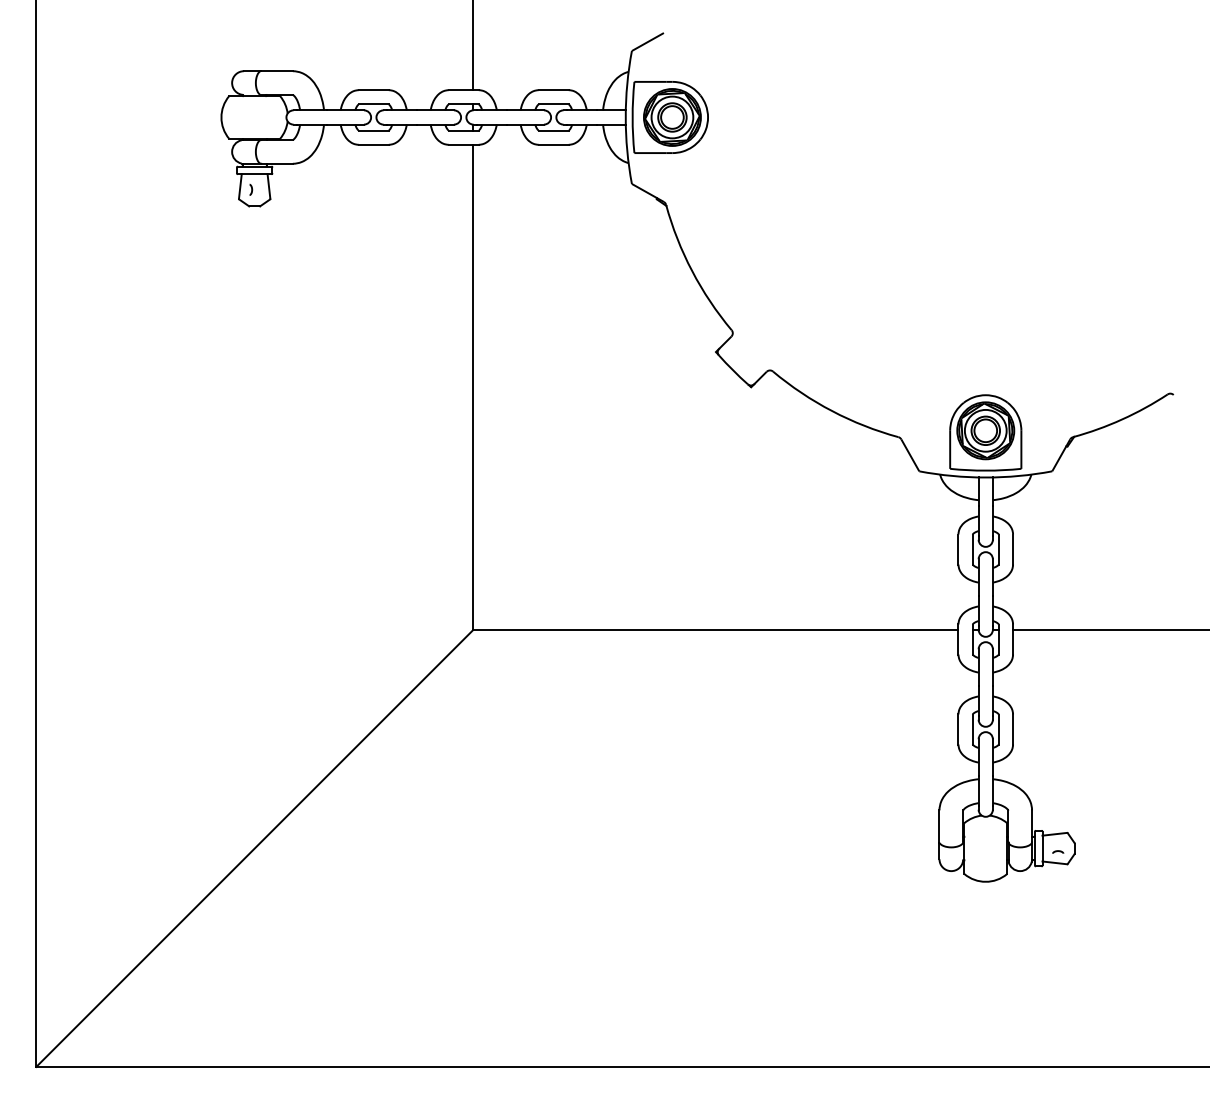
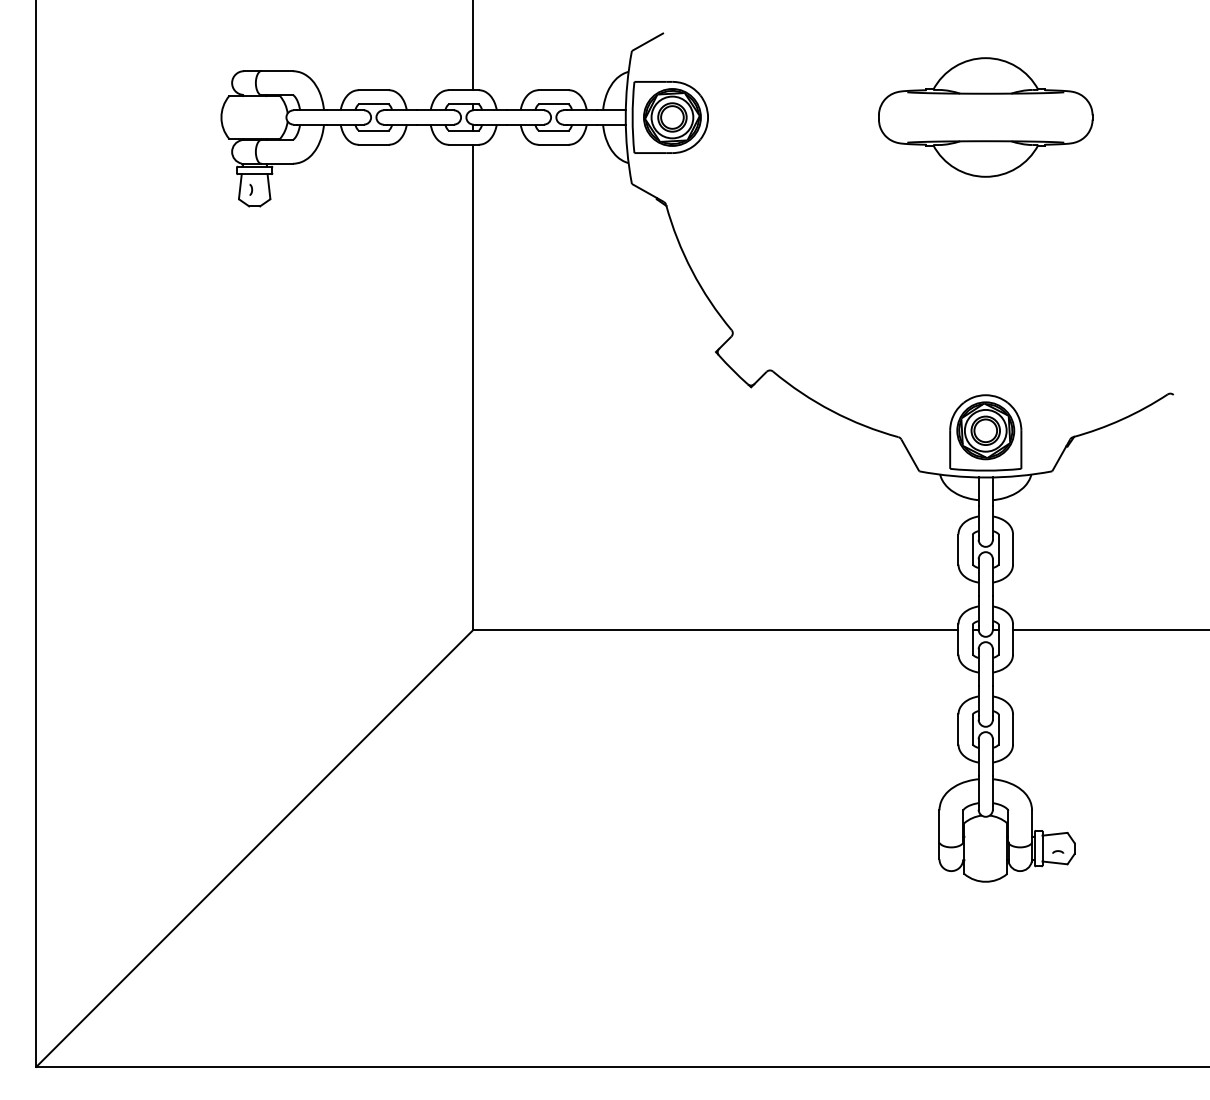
part at (985, 117): none -> present
